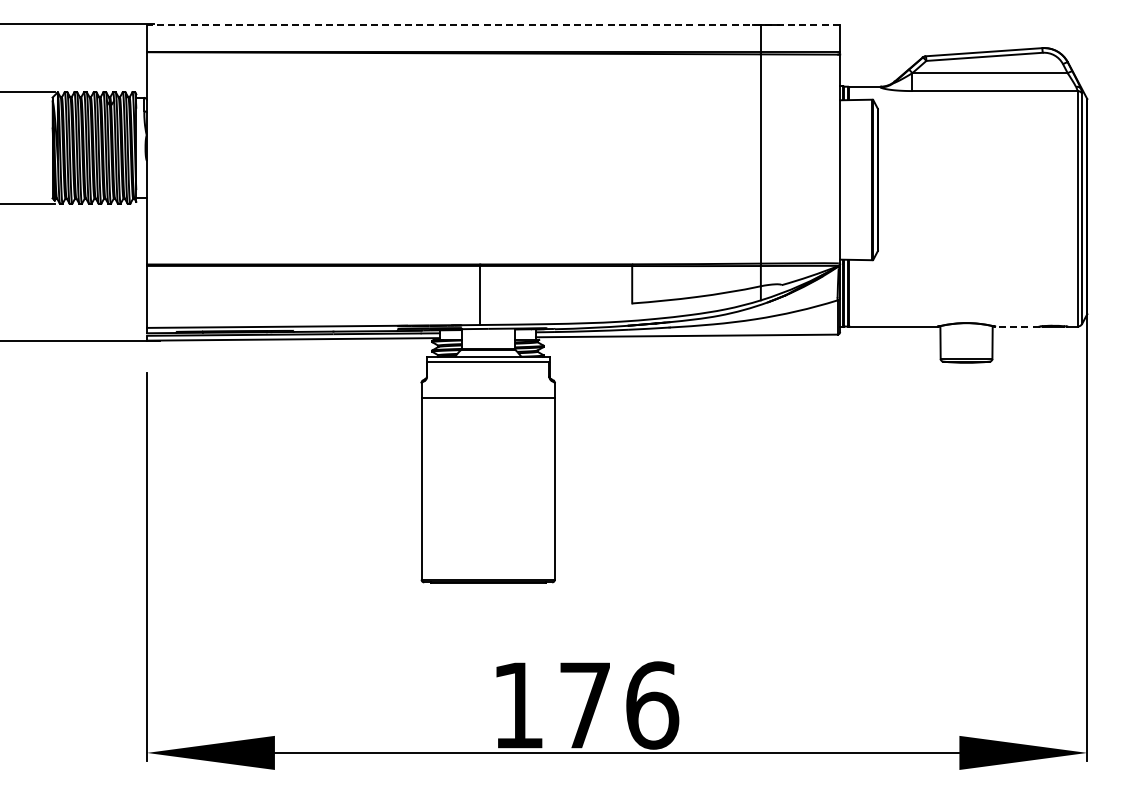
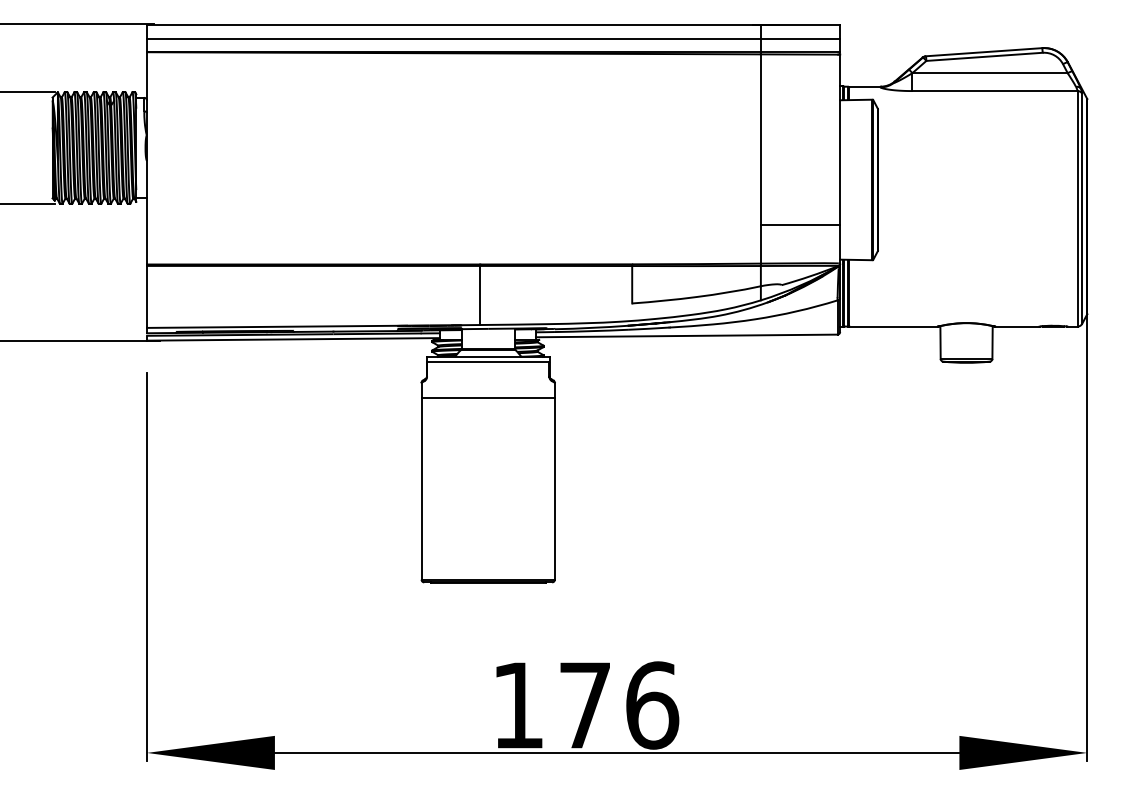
line at (493, 25): dashed -> solid
line at (492, 38): none -> present
line at (800, 225): none -> present
line at (1016, 326): dashed -> solid
